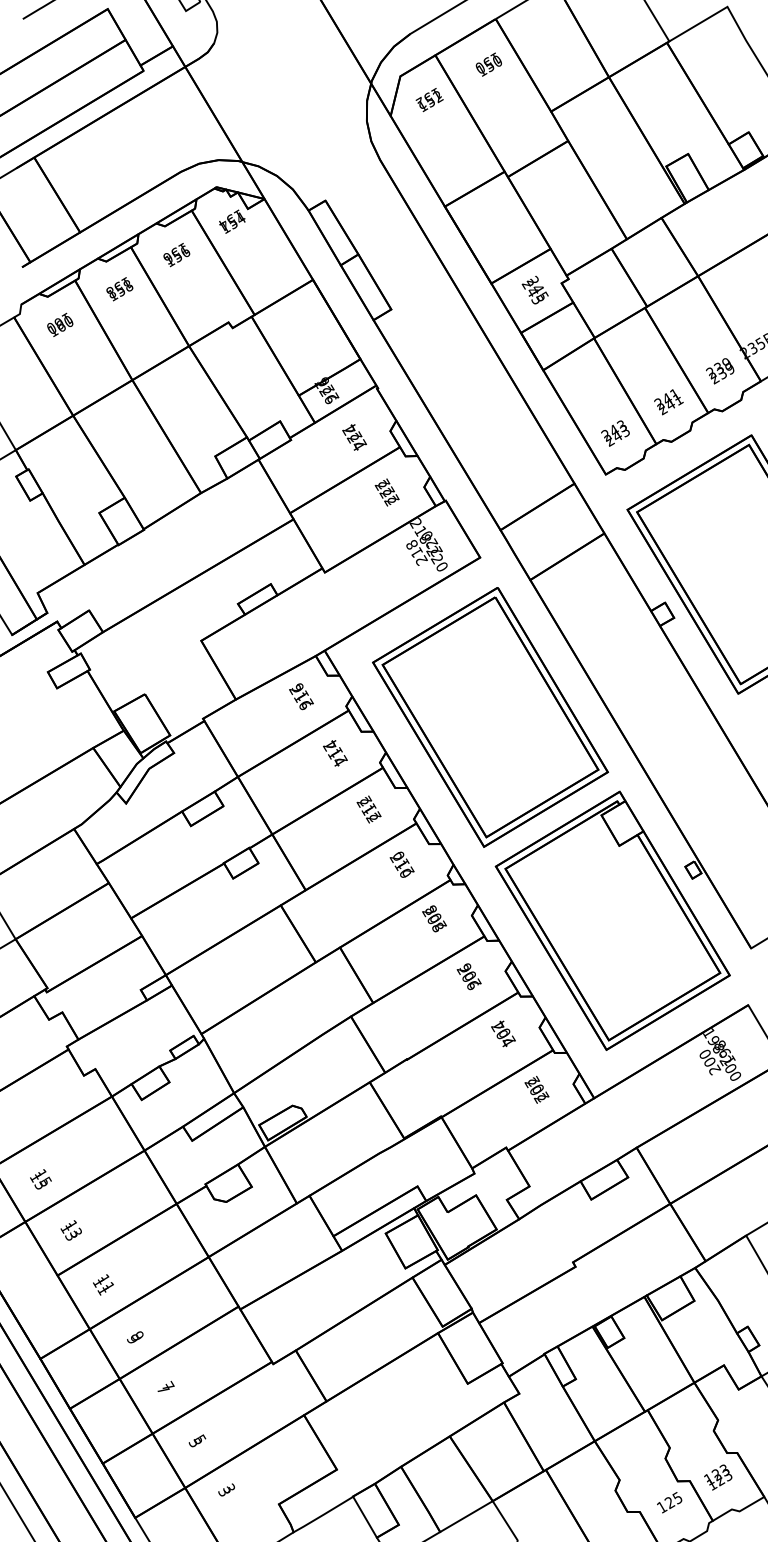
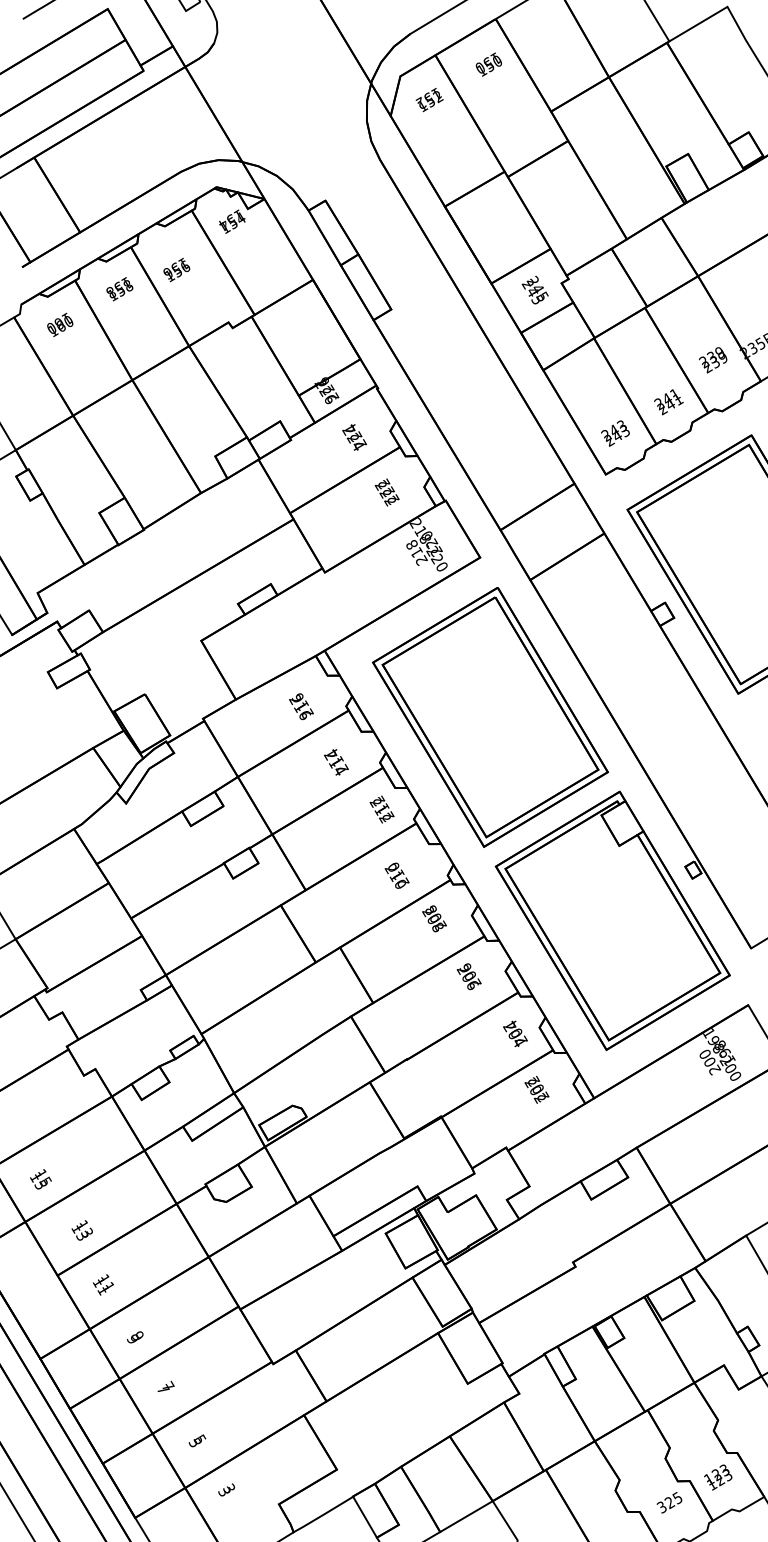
text at (176, 255) position: (176, 255) -> (176, 270)
text at (720, 371) position: (720, 371) -> (713, 360)
text at (301, 696) position: (301, 696) -> (301, 706)
text at (335, 753) position: (335, 753) -> (336, 762)
text at (368, 809) position: (368, 809) -> (381, 809)
text at (401, 864) position: (401, 864) -> (396, 875)
text at (503, 1033) position: (503, 1033) -> (515, 1033)
text at (70, 1230) position: (70, 1230) -> (81, 1230)
text at (661, 1507): 125 -> 325
